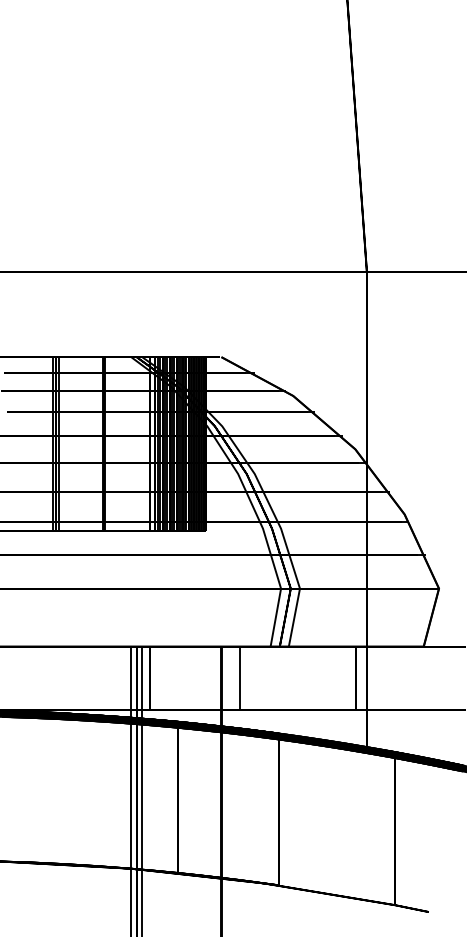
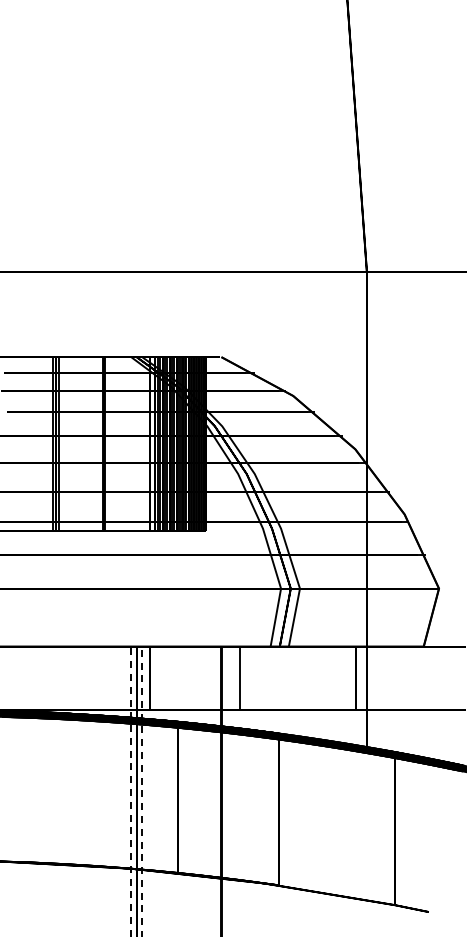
line at (131, 791): solid -> dashed
line at (142, 791): solid -> dashed
